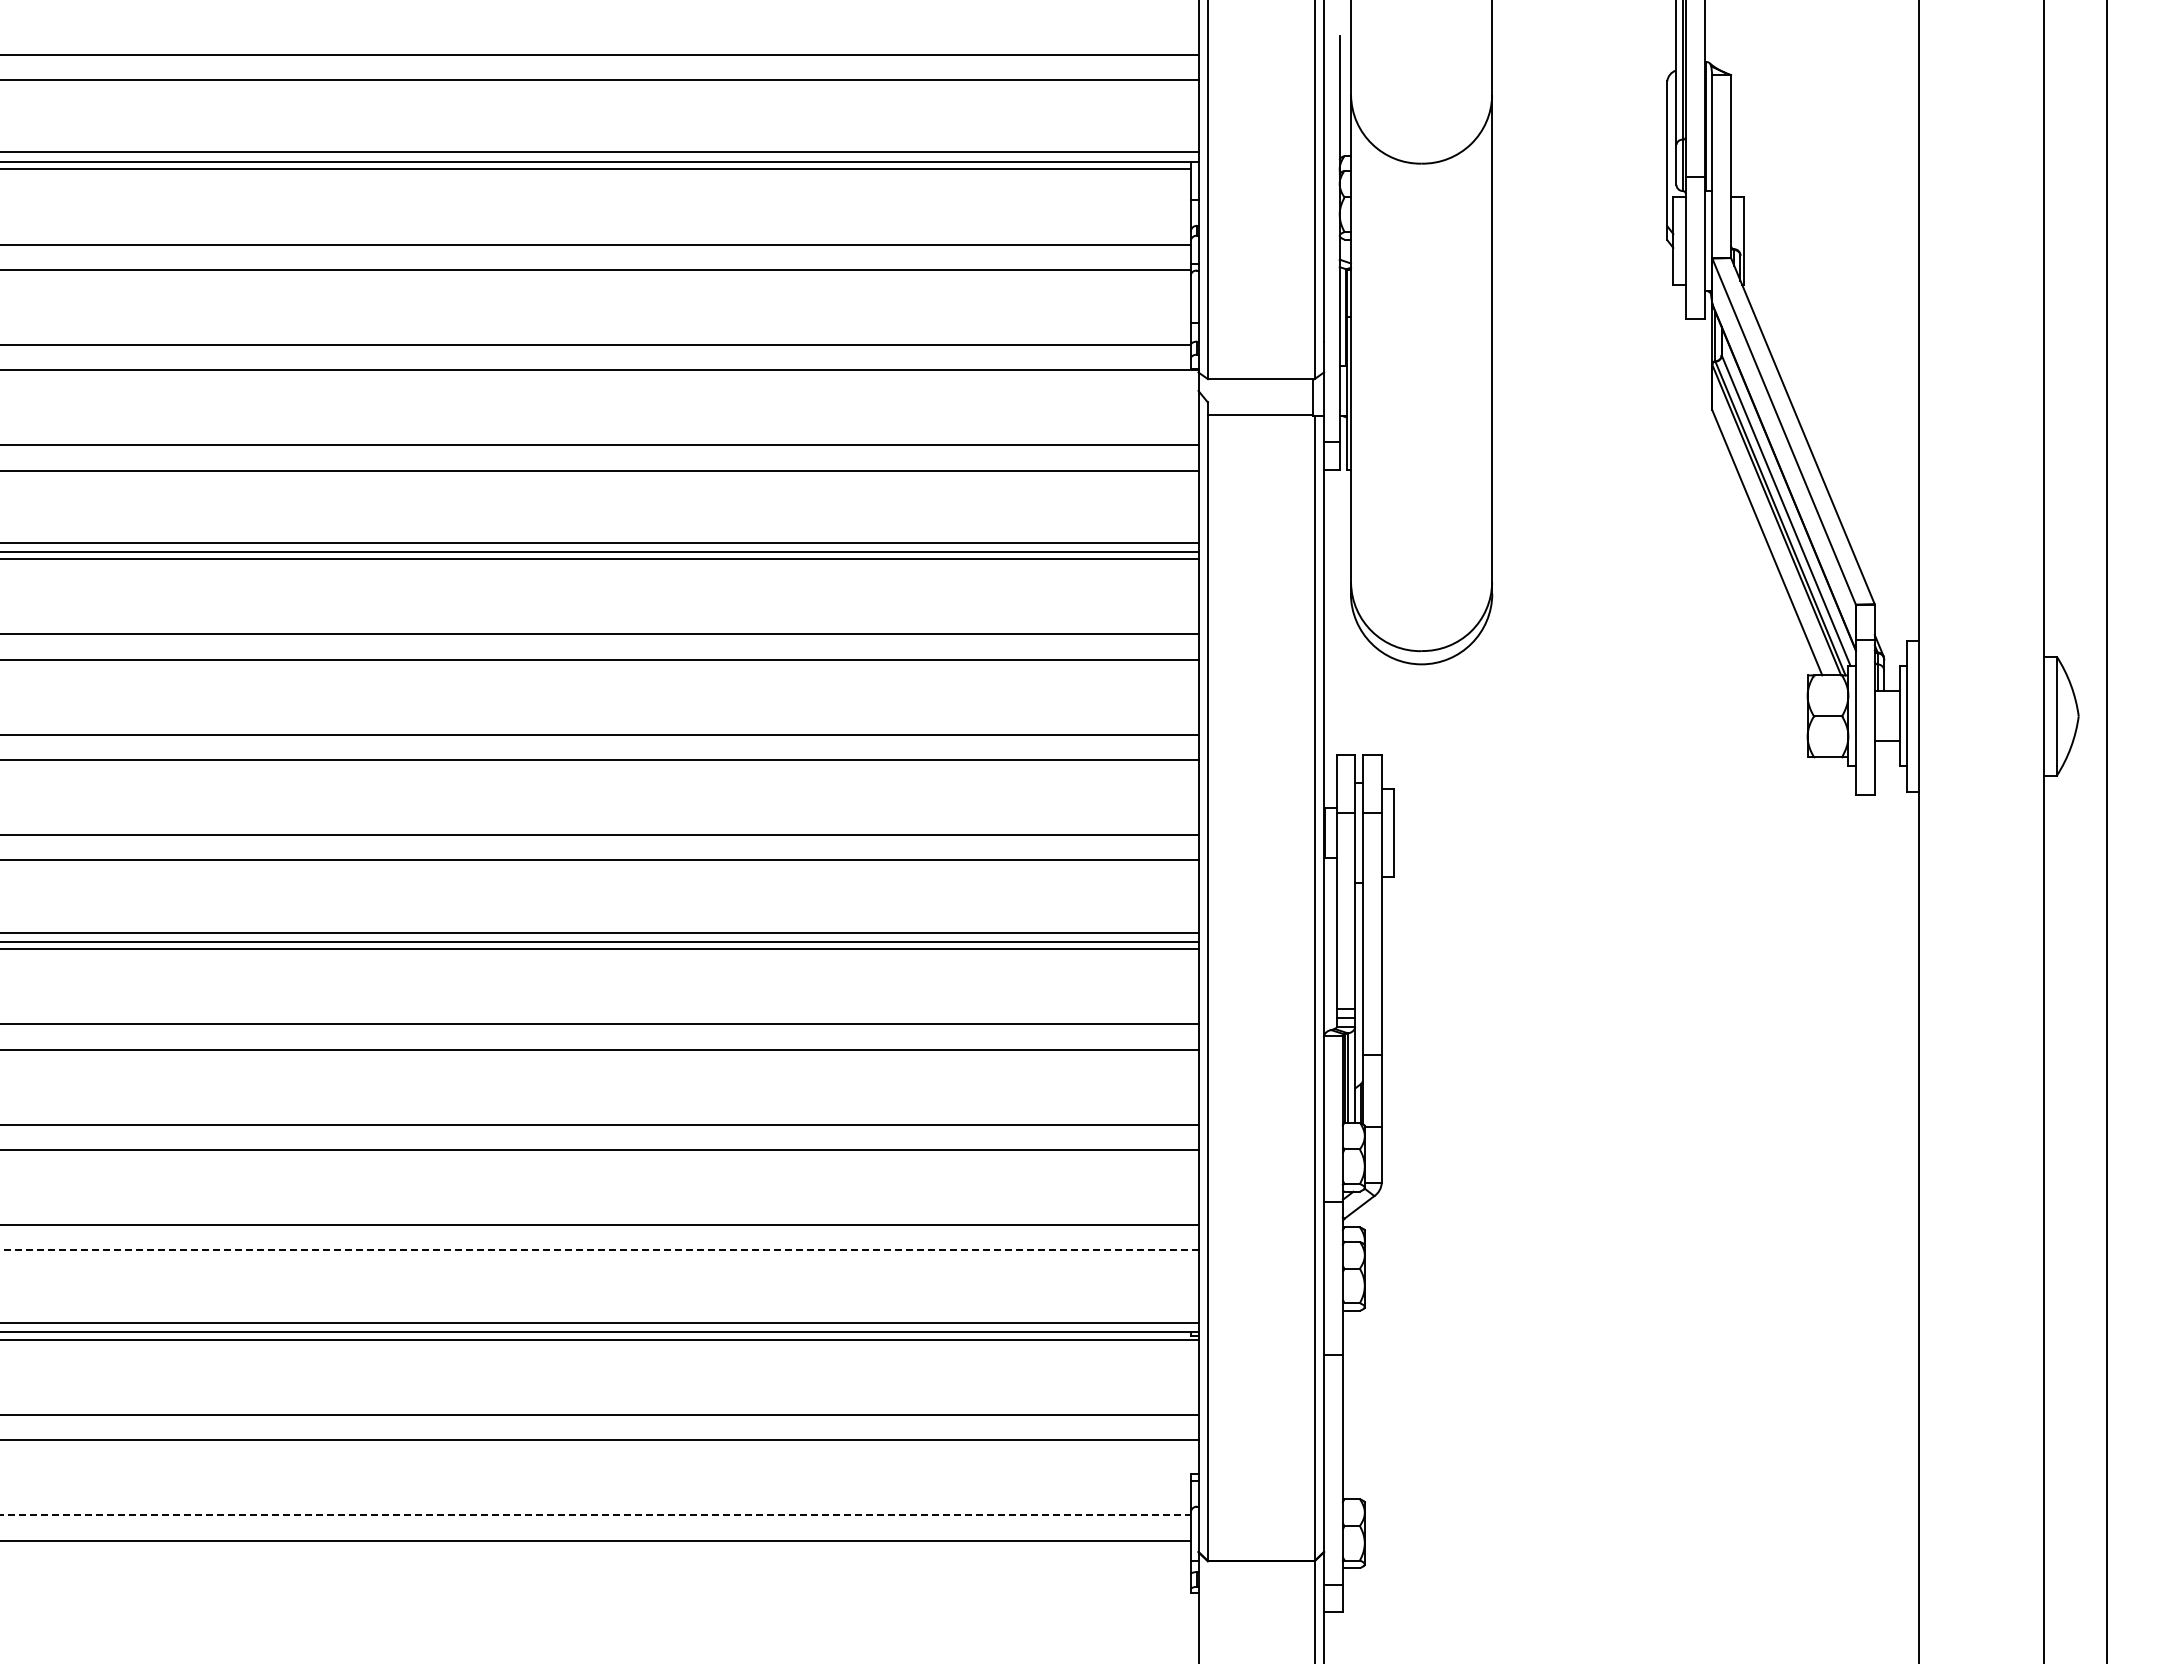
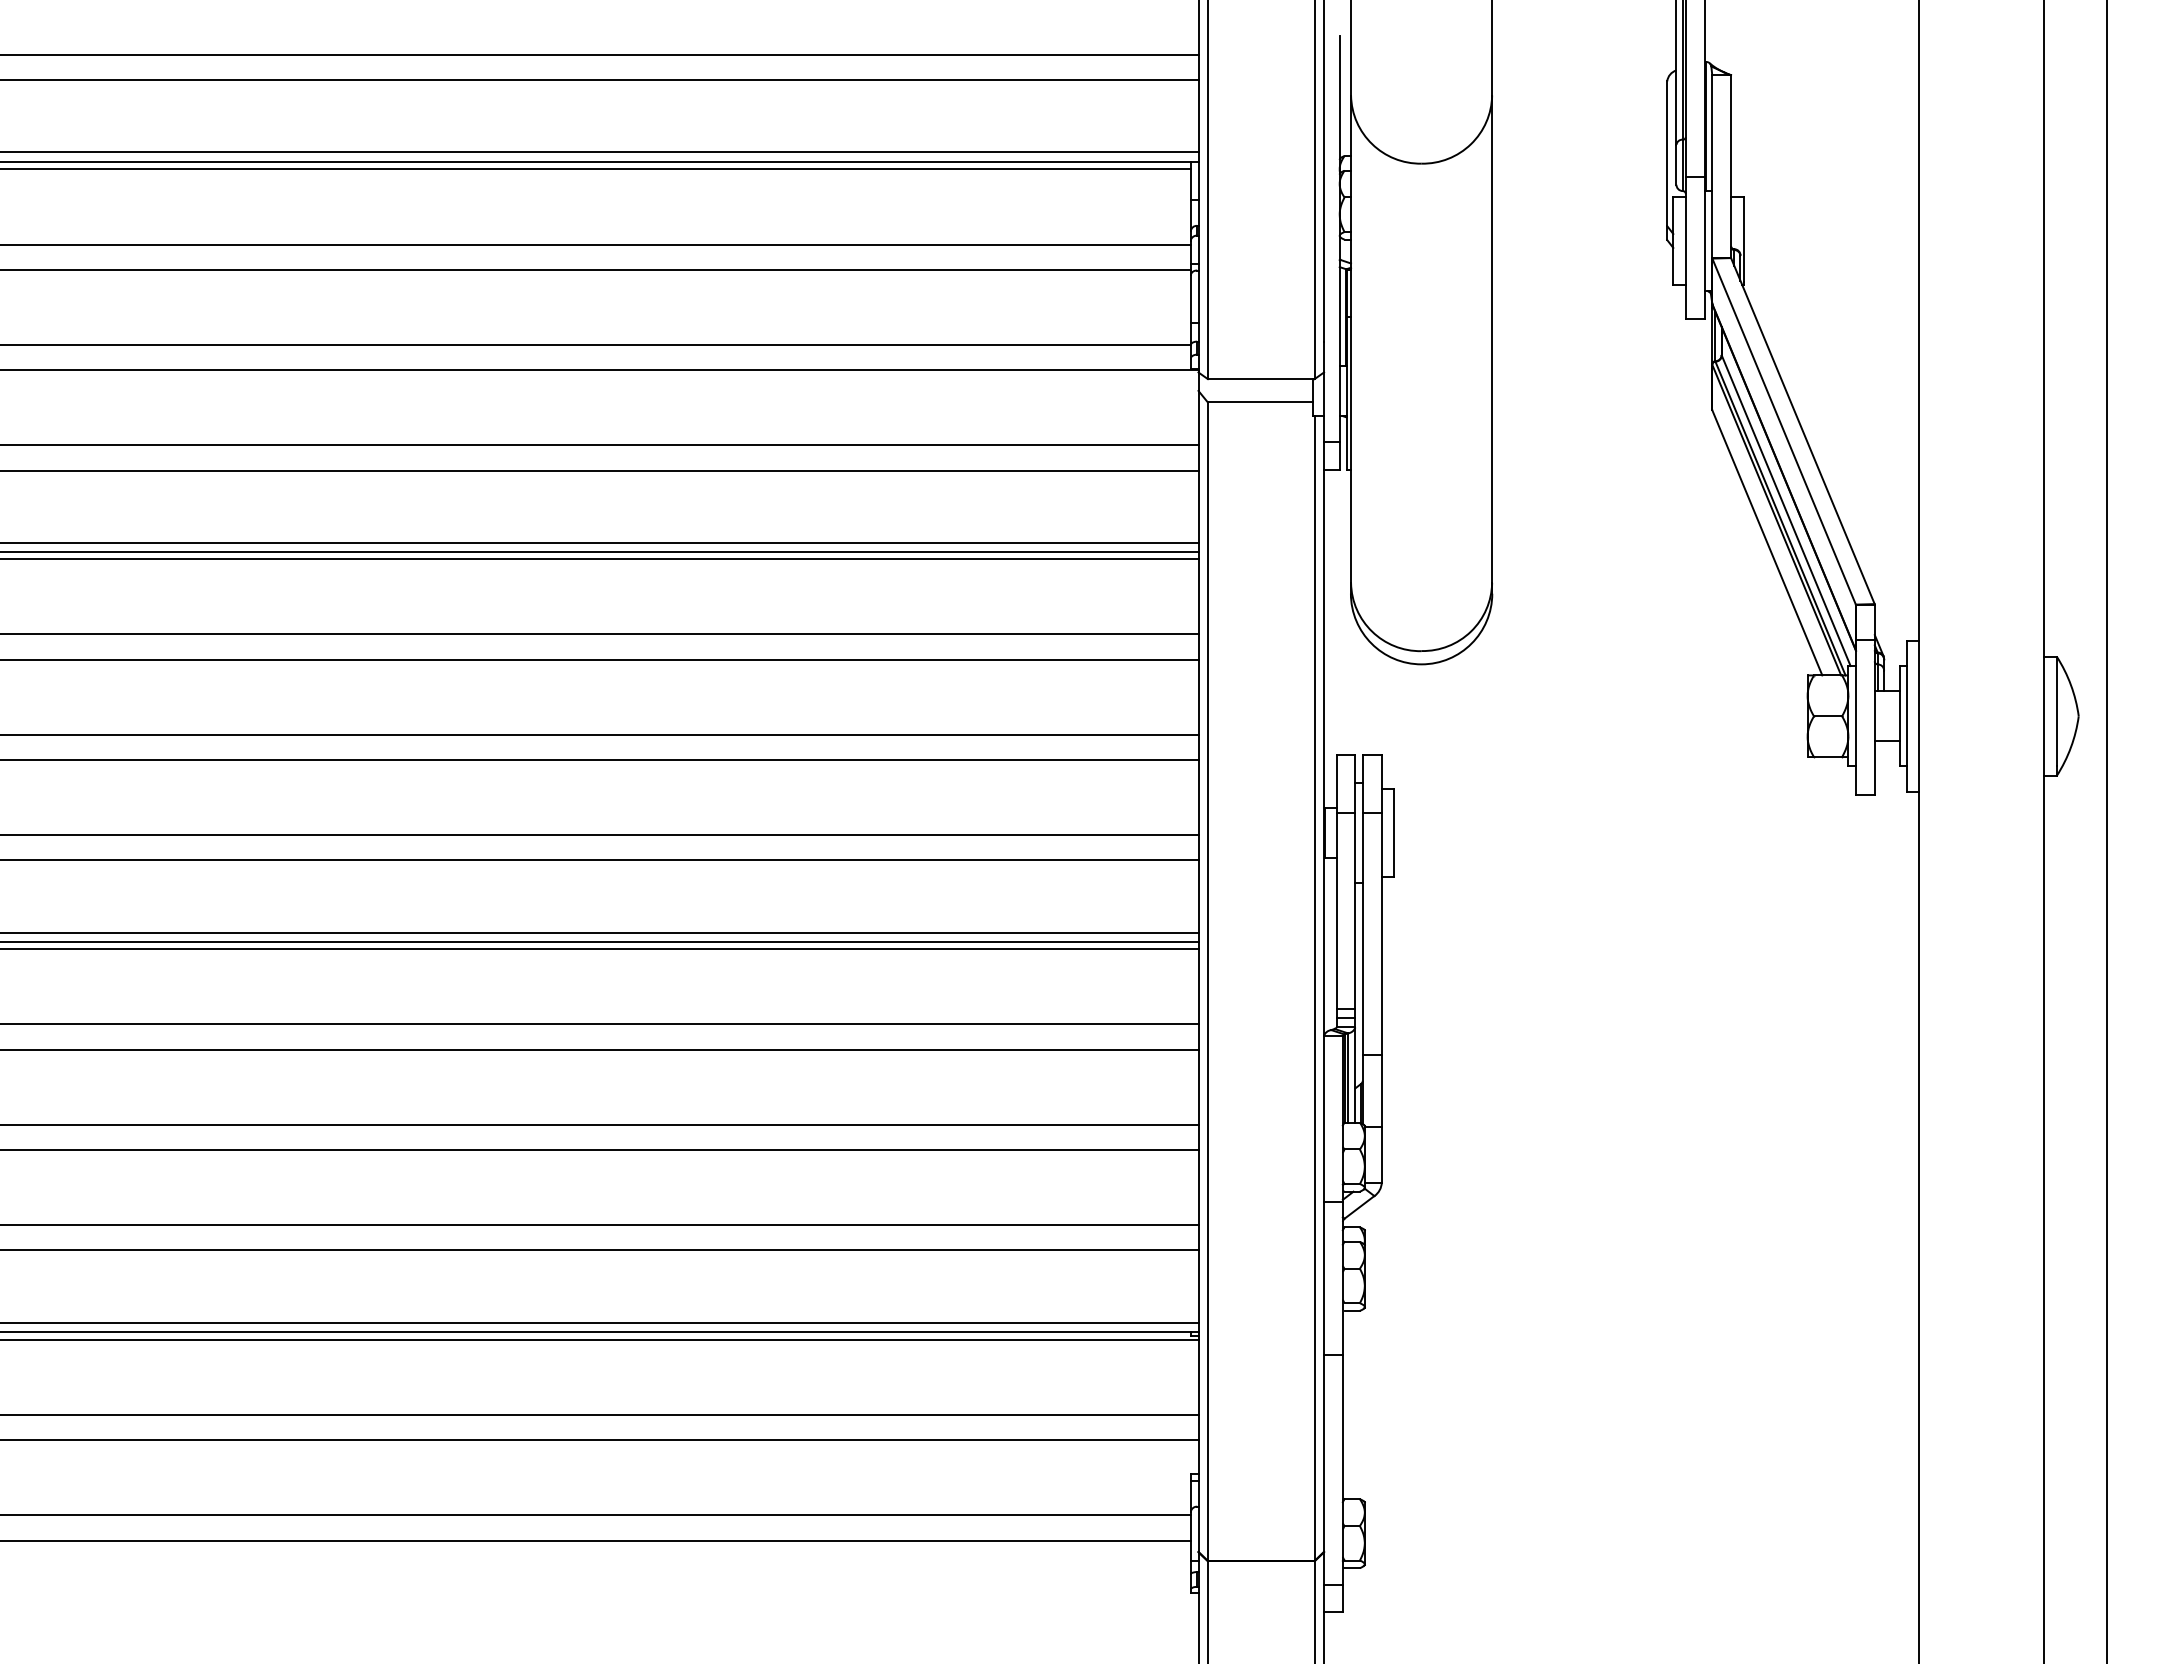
line at (1259, 415) position: (1259, 415) -> (1259, 402)
line at (599, 1250): dashed -> solid
line at (595, 1515): dashed -> solid
line at (1207, 1610): none -> present
